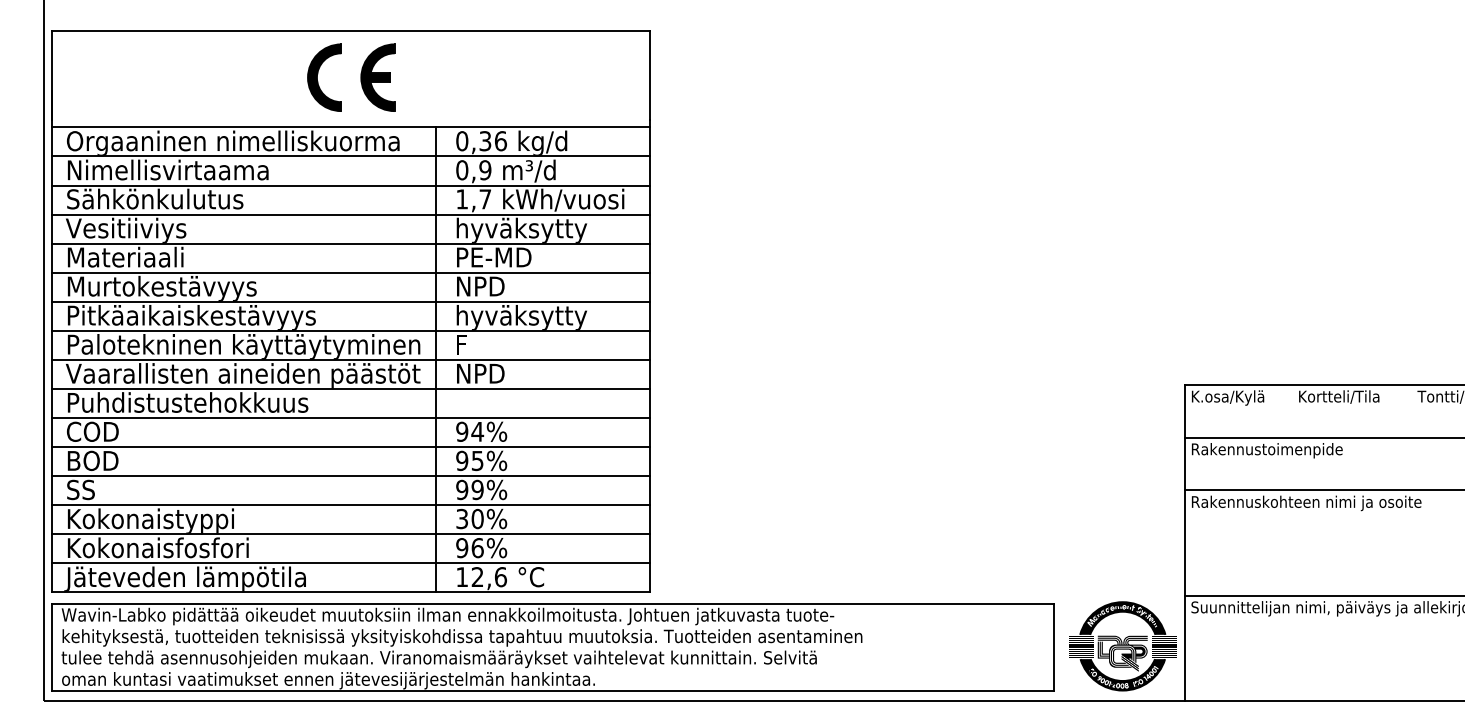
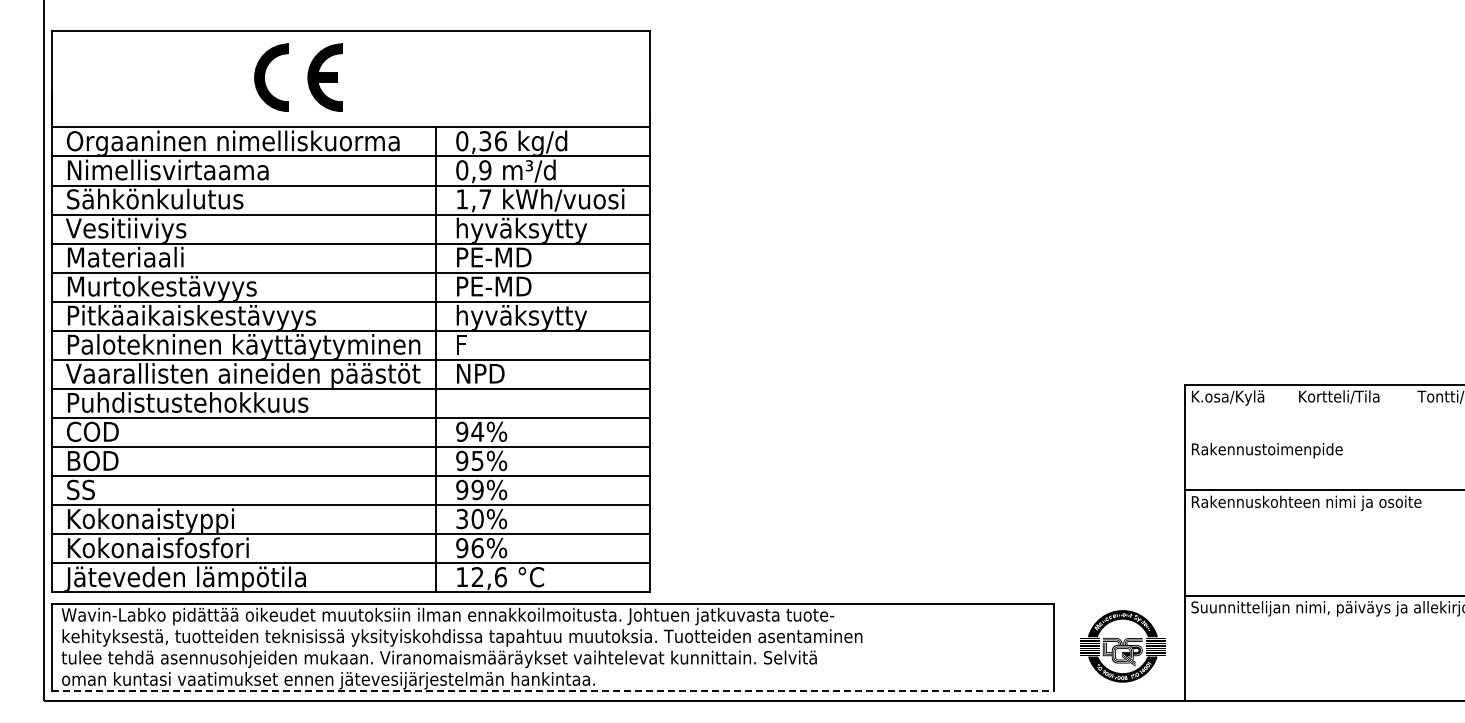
part at (360, 77) position: (360, 77) -> (307, 77)
text at (495, 286): NPD -> PE-MD
line at (1322, 437): present -> none
part at (1122, 646) size: 108x91 px -> 86x73 px
line at (553, 690): solid -> dashed
